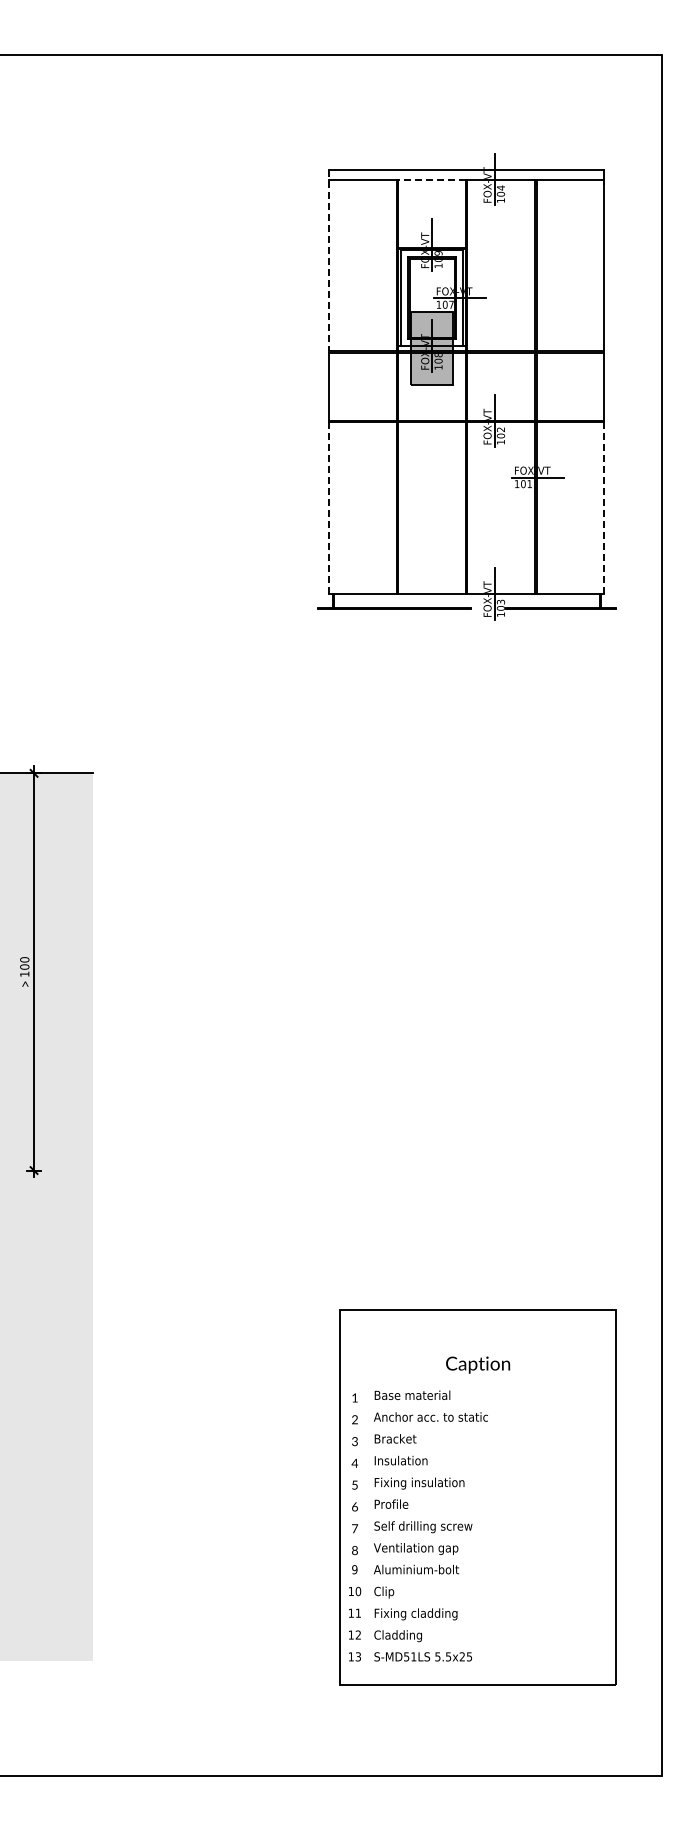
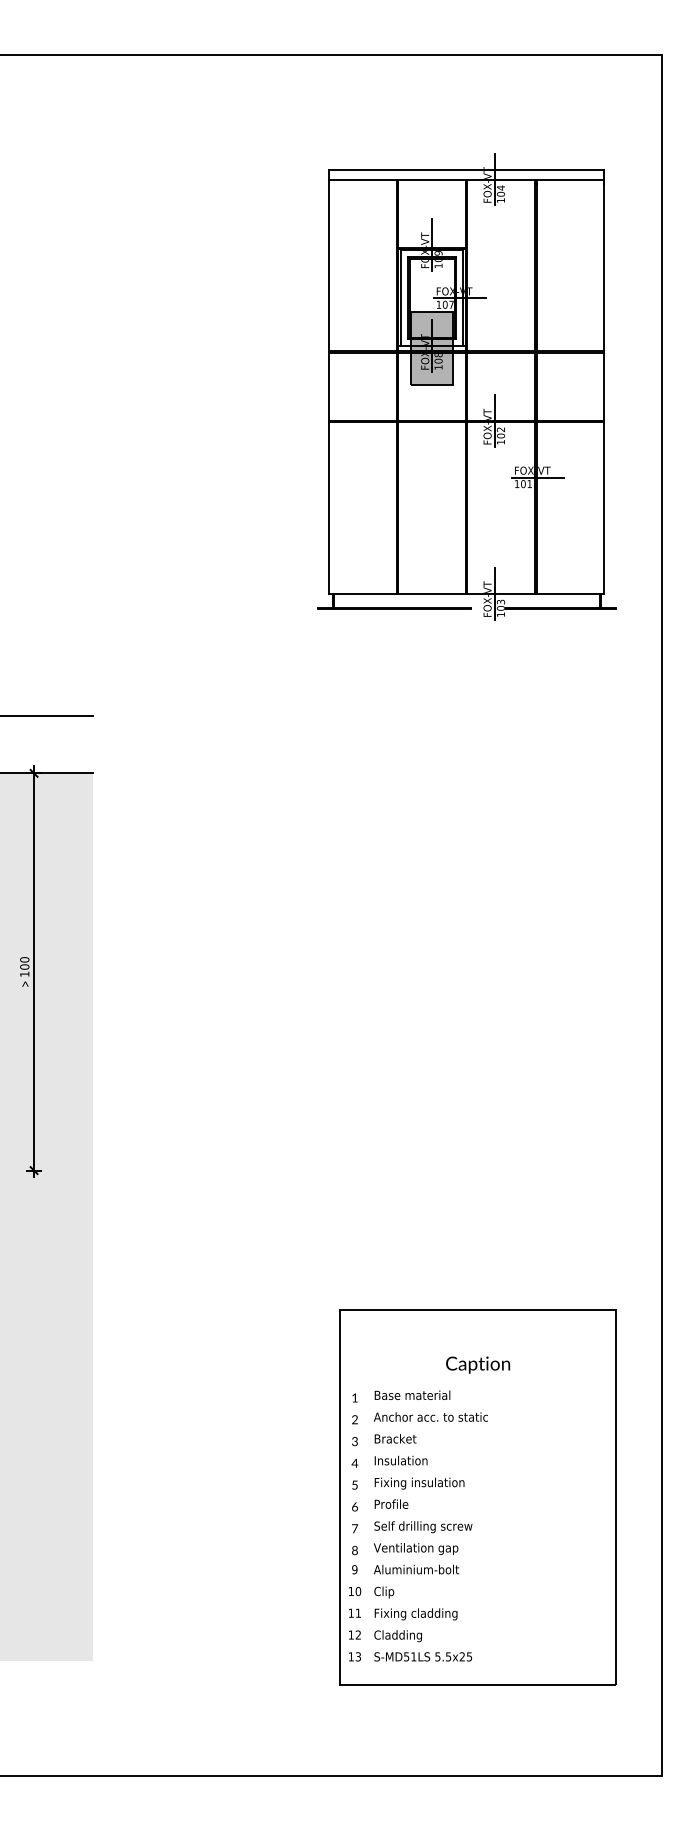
line at (432, 179): dashed -> solid
line at (329, 260): dashed -> solid
line at (329, 507): dashed -> solid
line at (604, 507): dashed -> solid
line at (47, 716): none -> present
